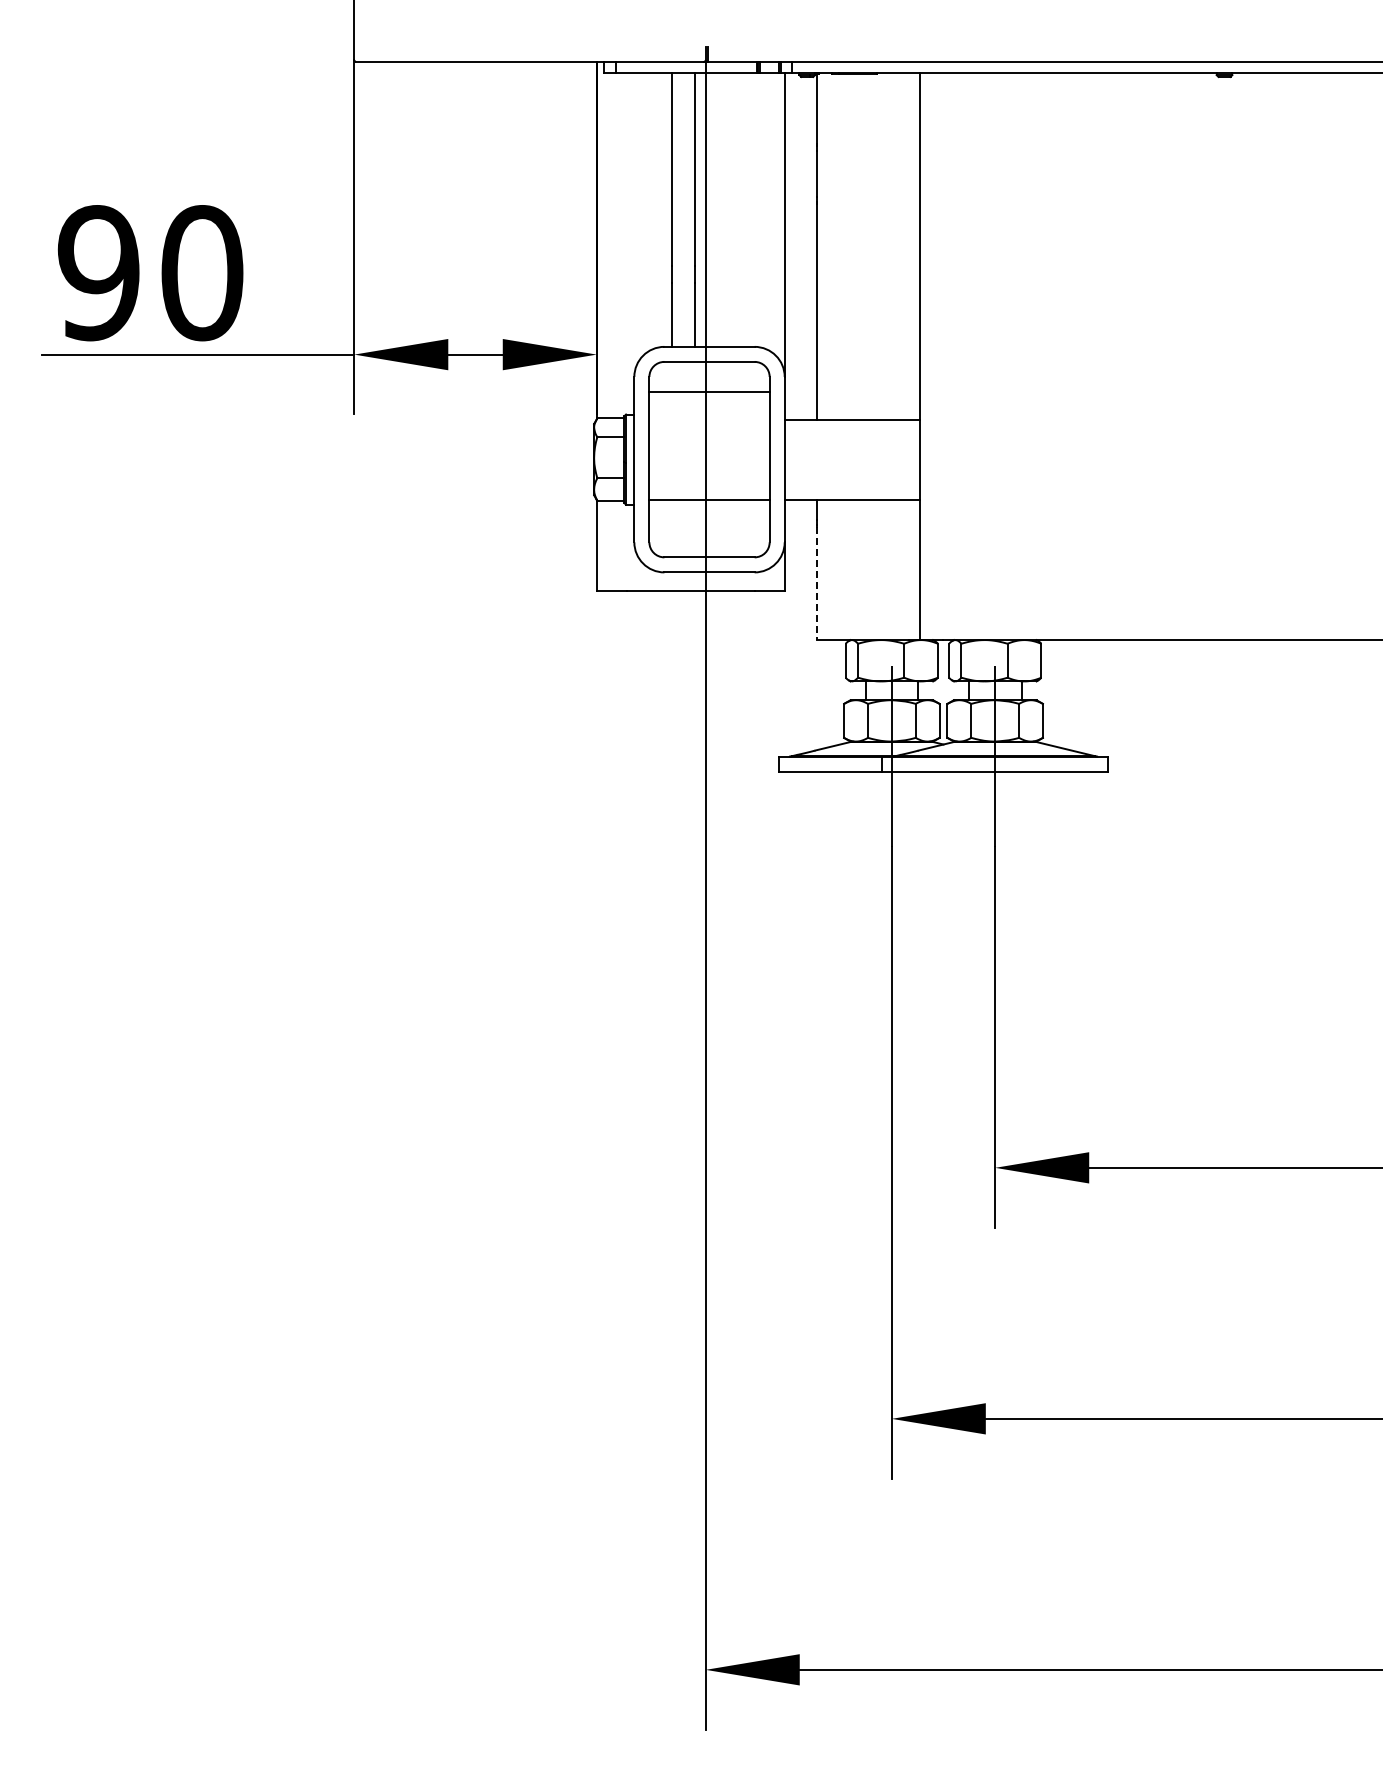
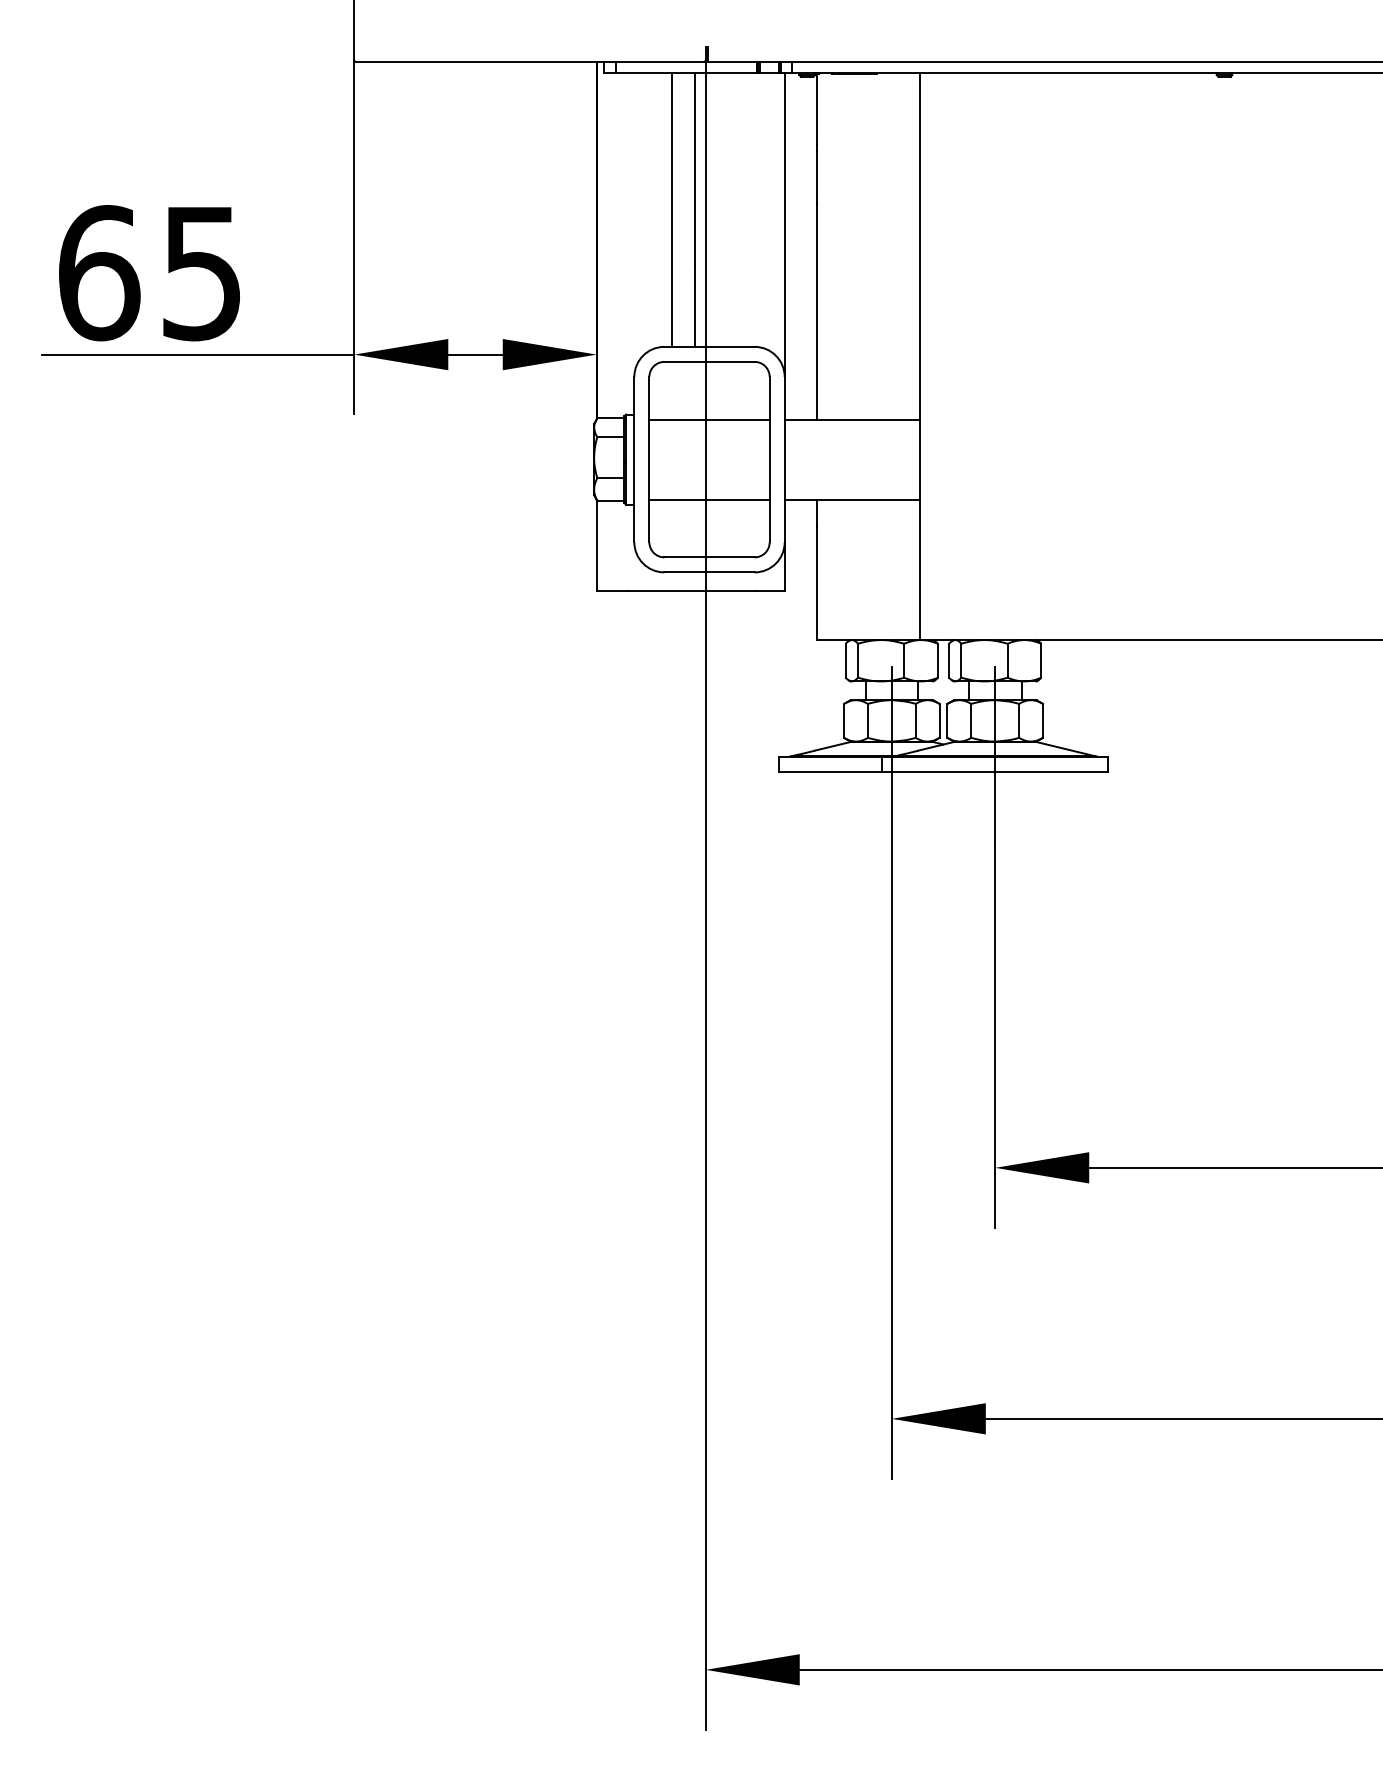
text at (150, 273): 90 -> 65
line at (709, 391) position: (709, 391) -> (709, 419)
line at (816, 584): dashed -> solid
